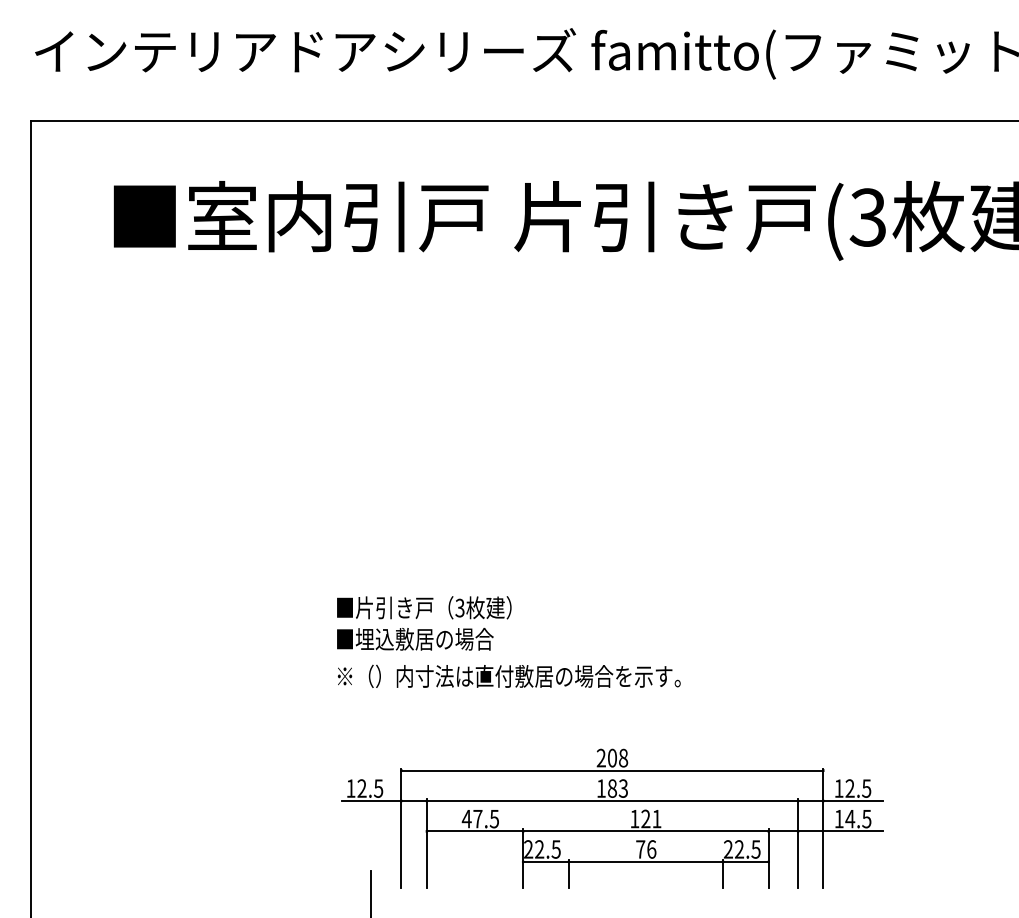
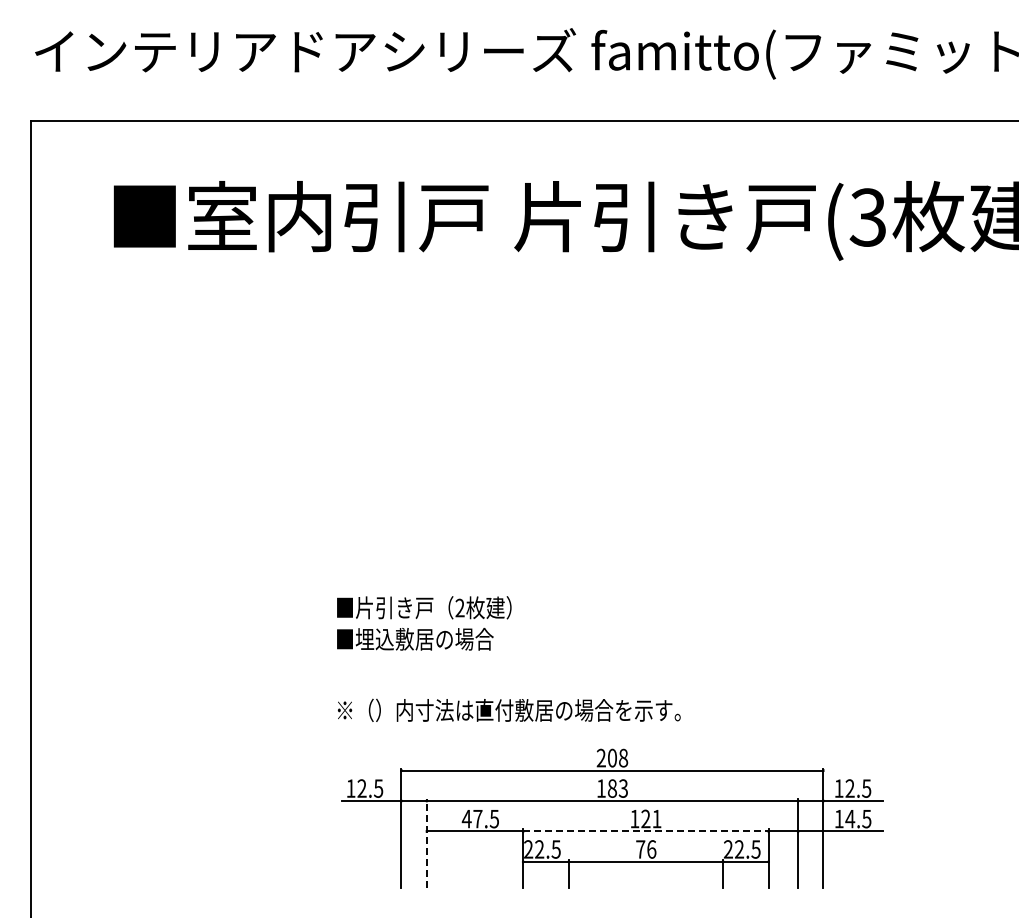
text at (459, 608): 3 -> 2
text at (509, 675) position: (509, 675) -> (509, 709)
line at (645, 831): solid -> dashed
line at (426, 843): solid -> dashed
line at (371, 892): present -> none
